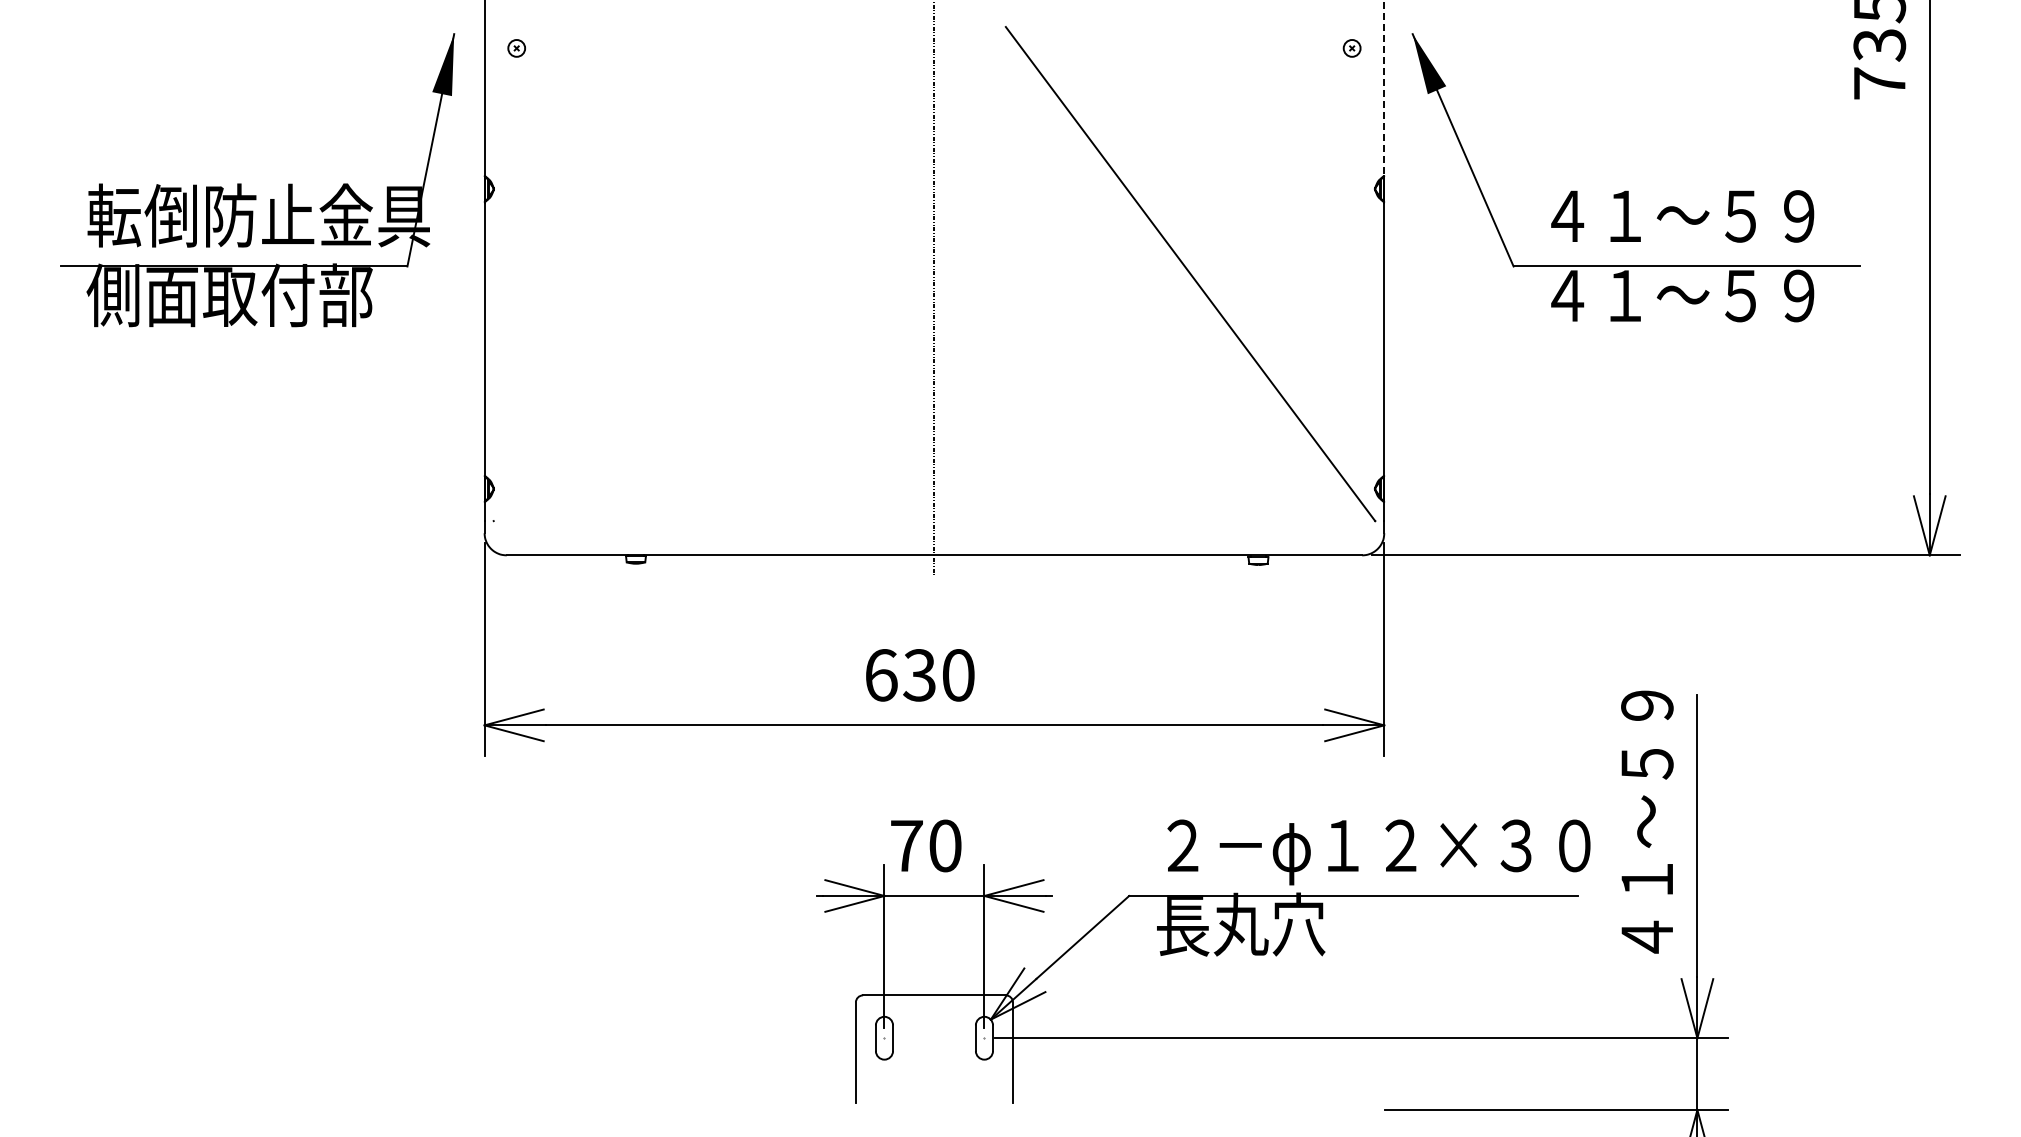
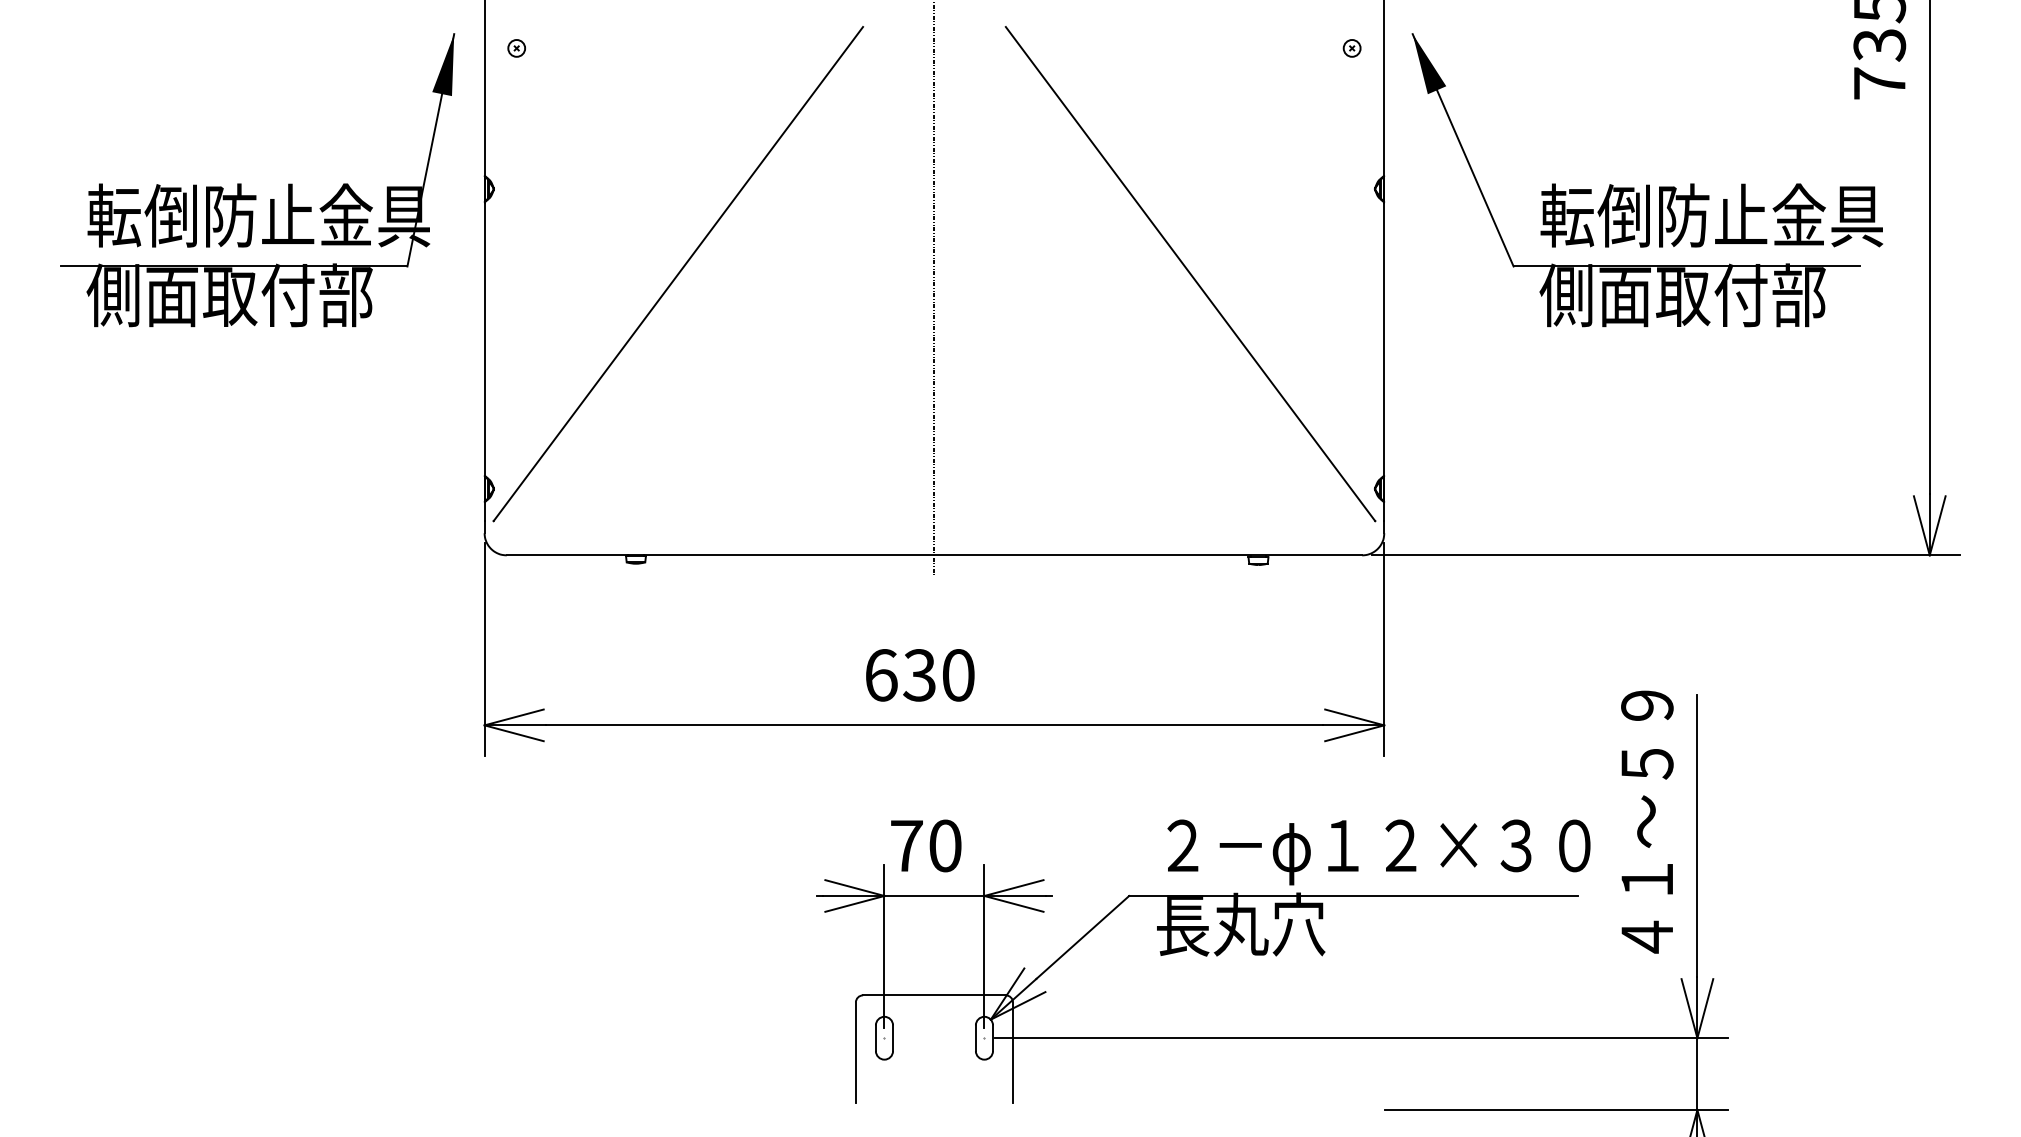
line at (1384, 87): dashed -> solid
text at (1711, 215): ４１～５９ -> 転倒防止金具
line at (678, 274): none -> present
text at (1682, 295): ４１～５９ -> 側面取付部
